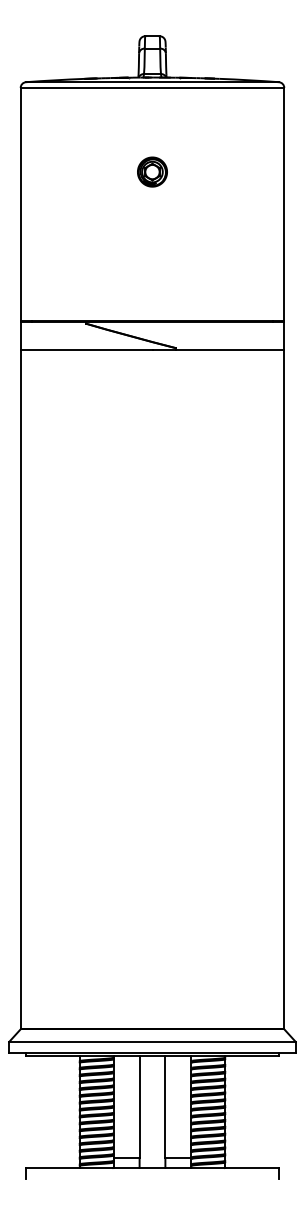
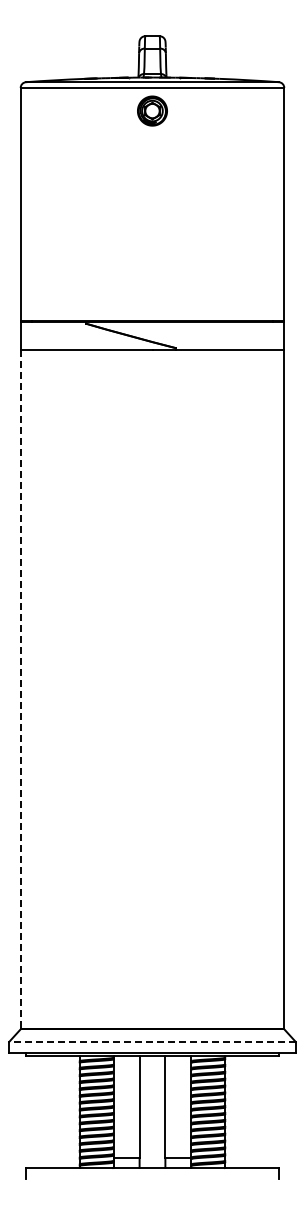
part at (152, 171) position: (152, 171) -> (152, 110)
line at (20, 689): solid -> dashed
line at (152, 1041): solid -> dashed
